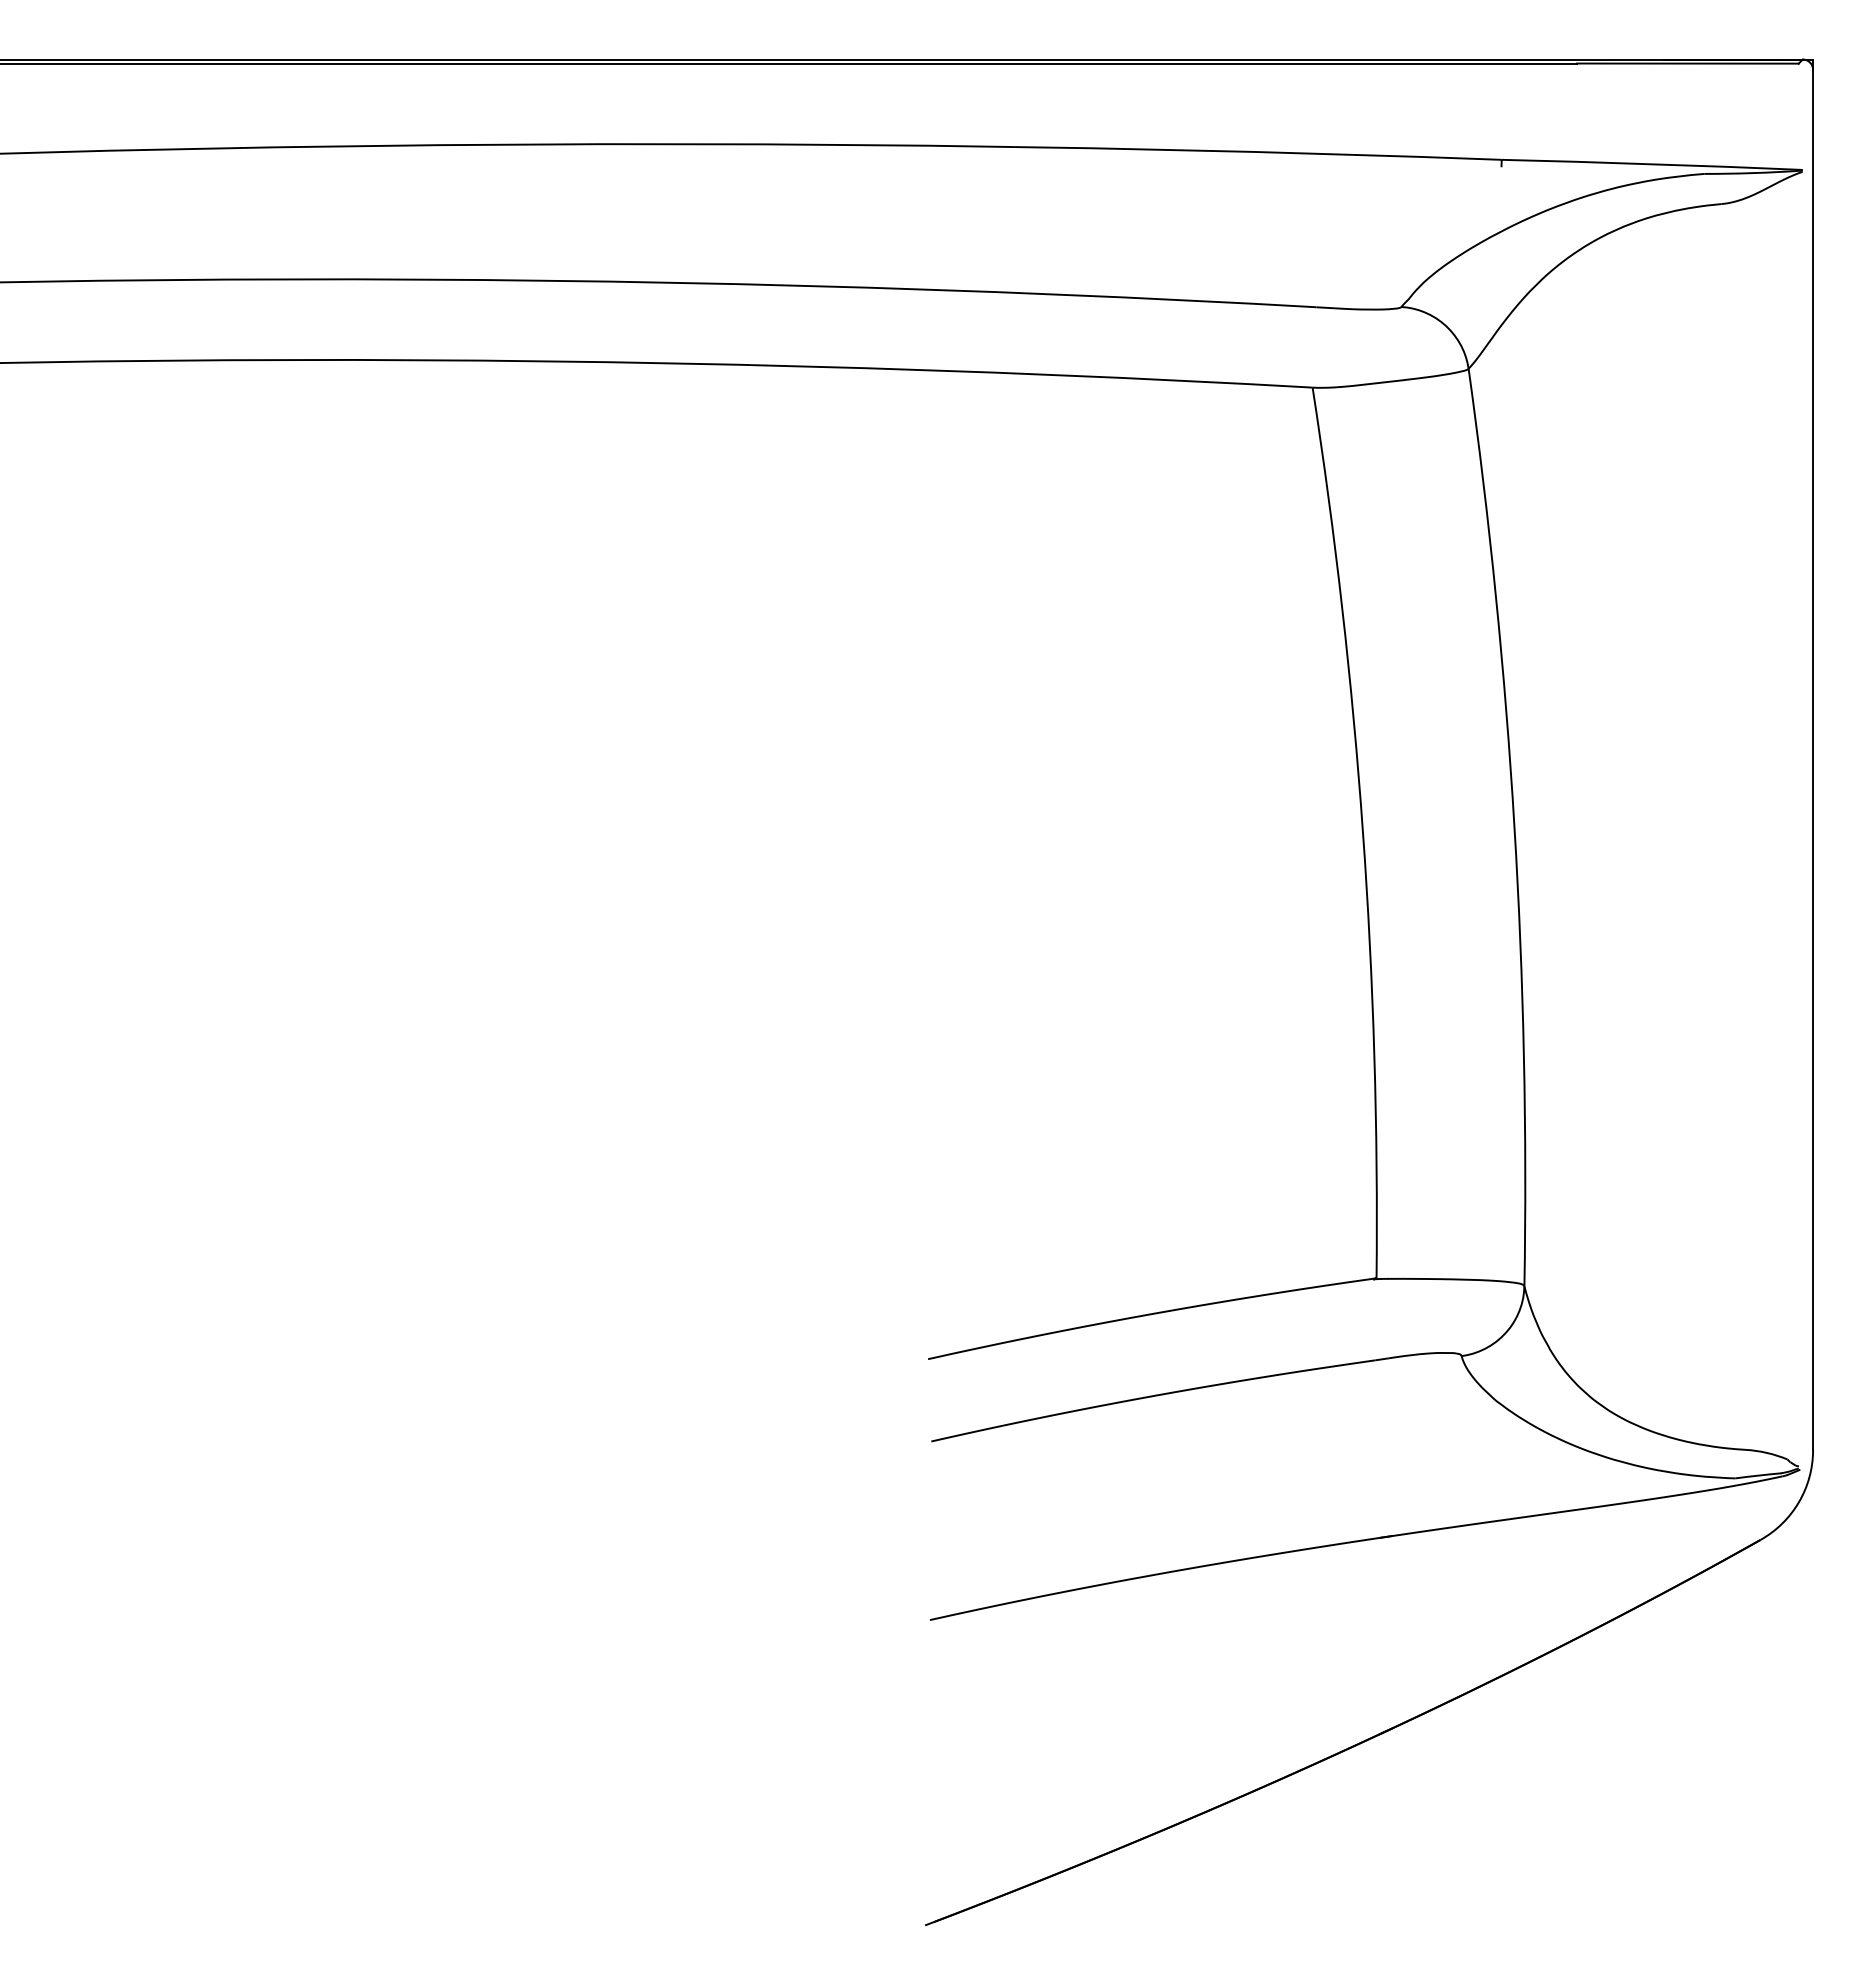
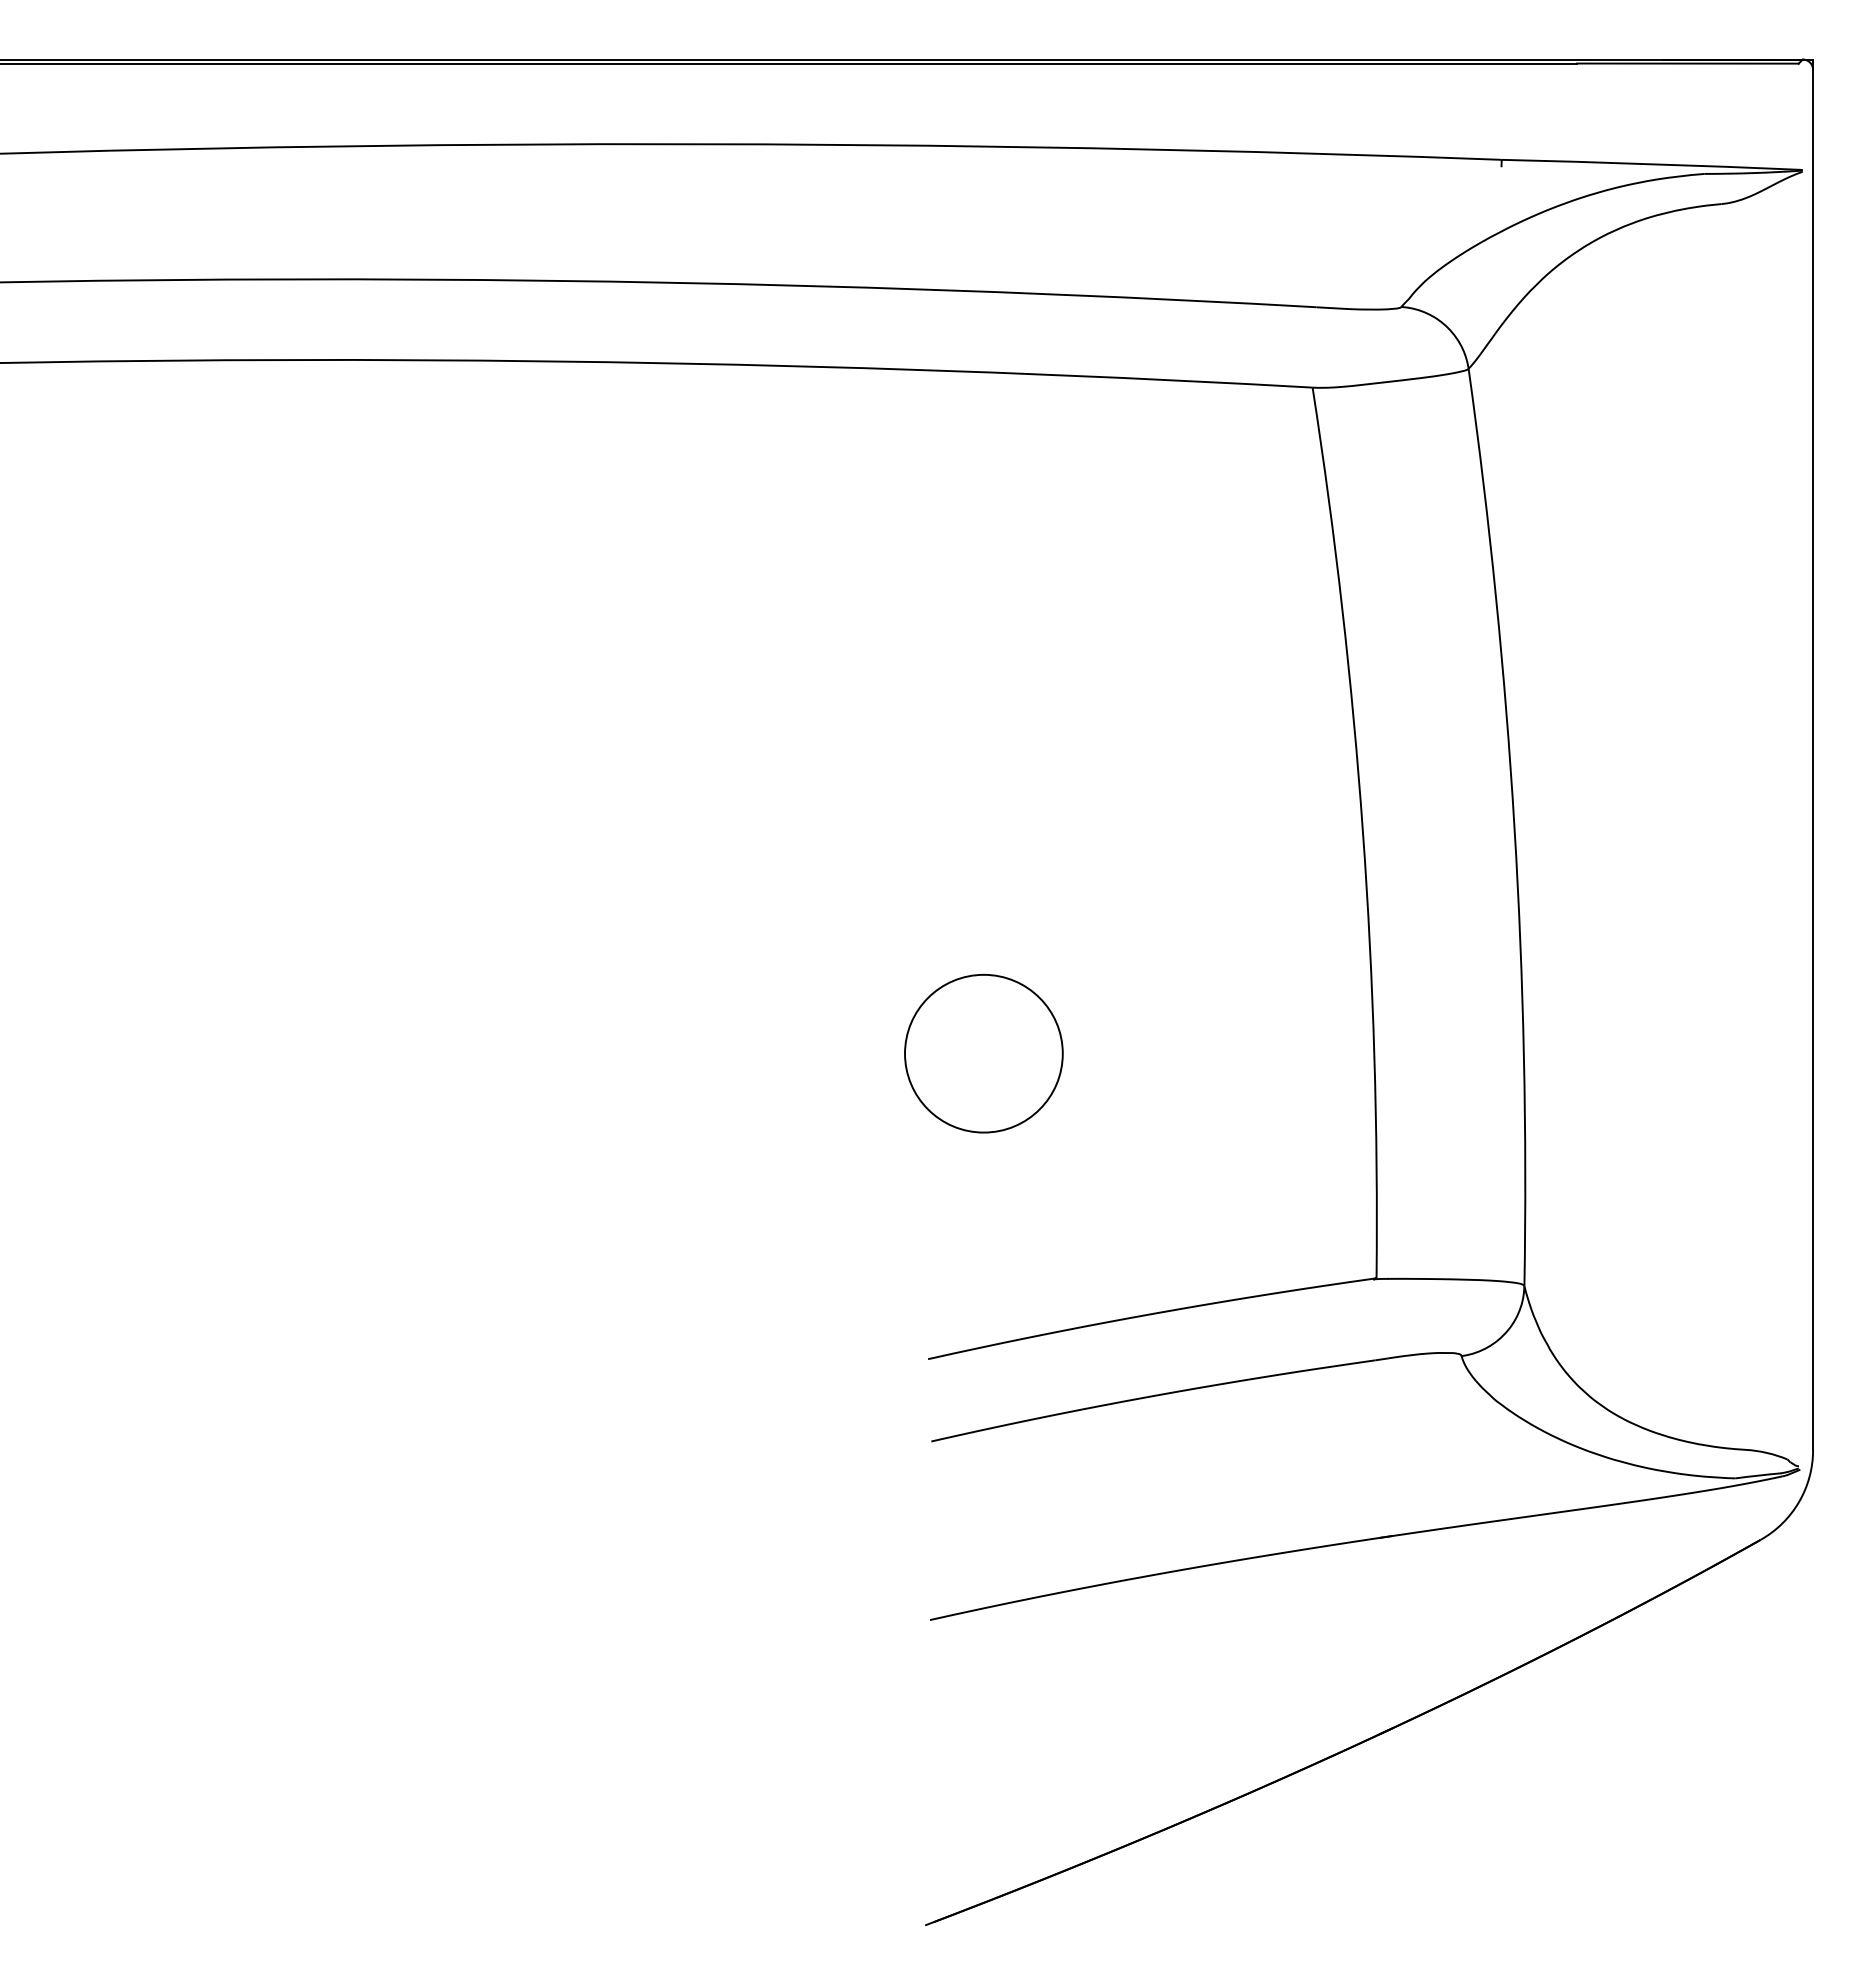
part at (983, 1053): none -> present
